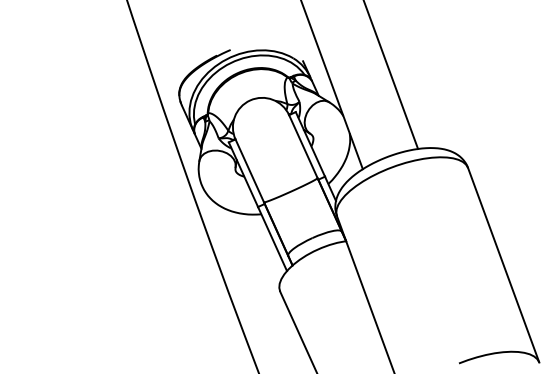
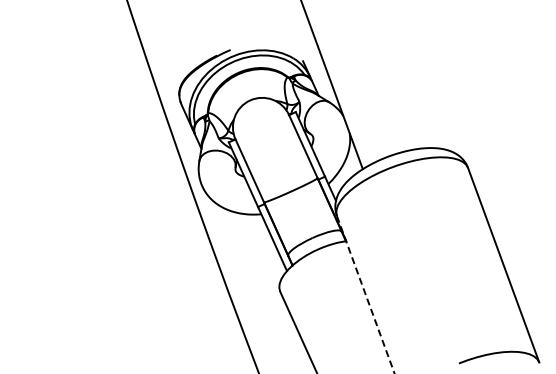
line at (391, 75): present -> none
line at (365, 294): solid -> dashed
